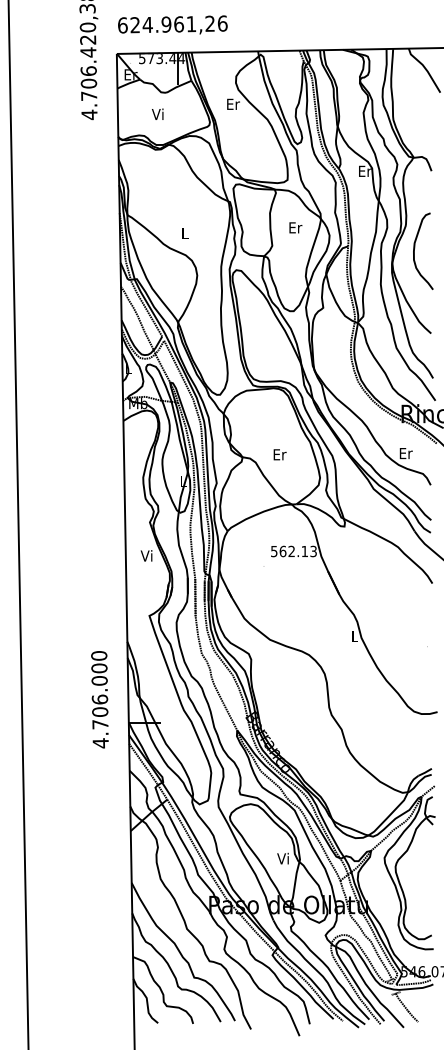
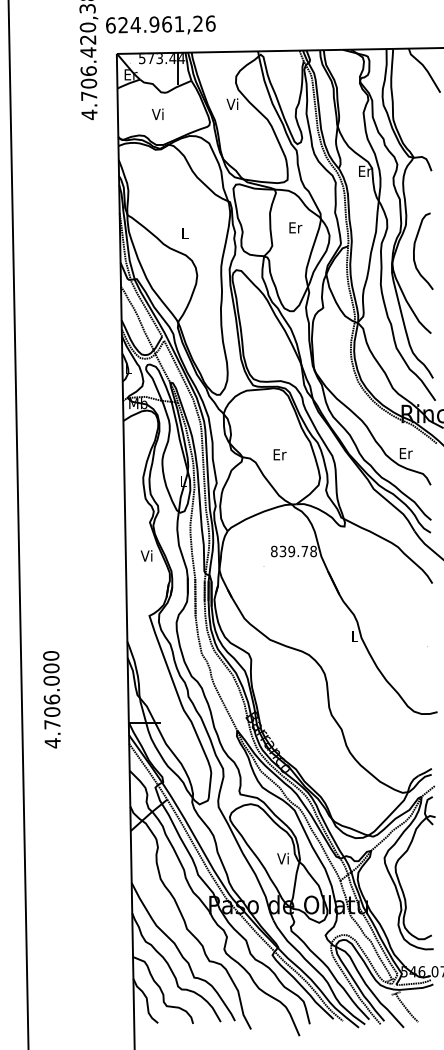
text at (172, 24) position: (172, 24) -> (160, 24)
text at (232, 103): Er -> Vi
text at (293, 551): 562.13 -> 839.78
text at (99, 699) position: (99, 699) -> (51, 699)
